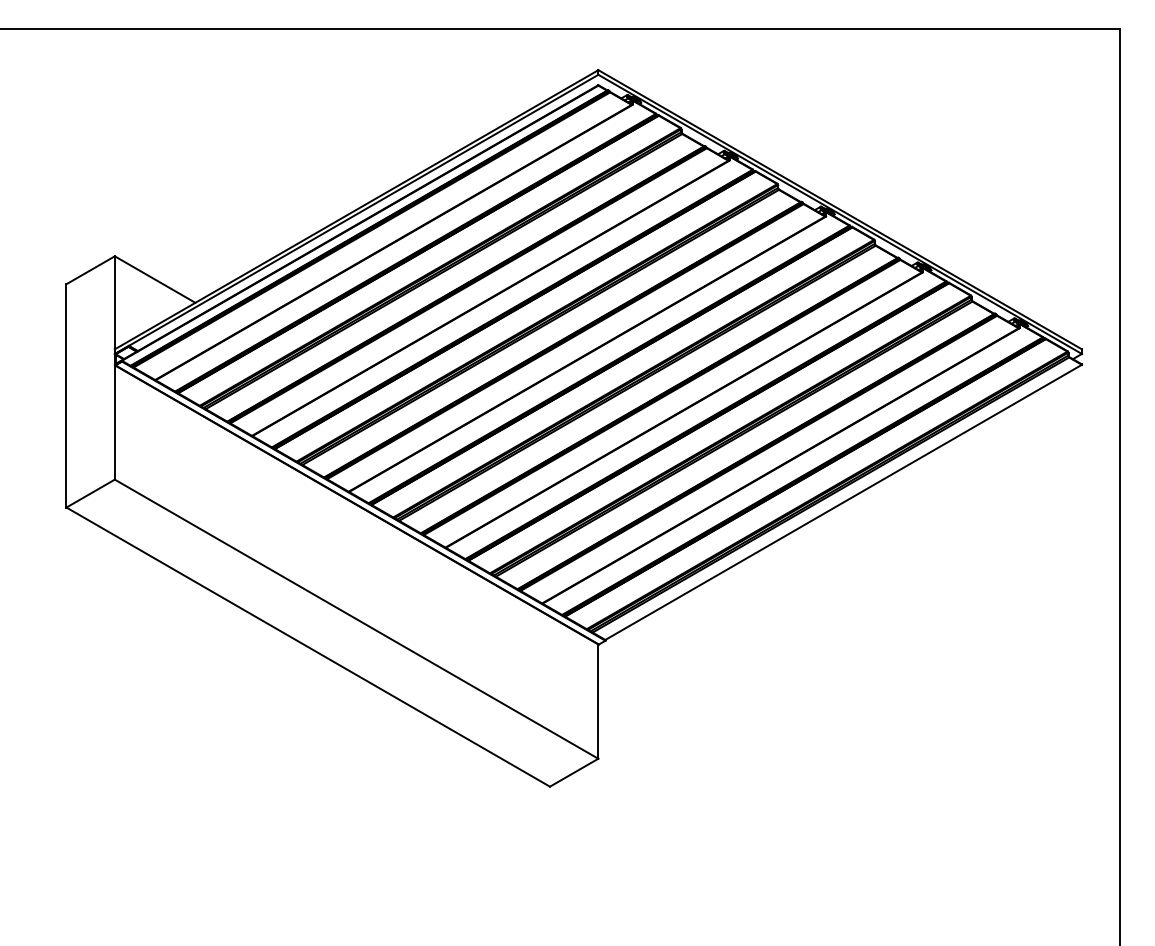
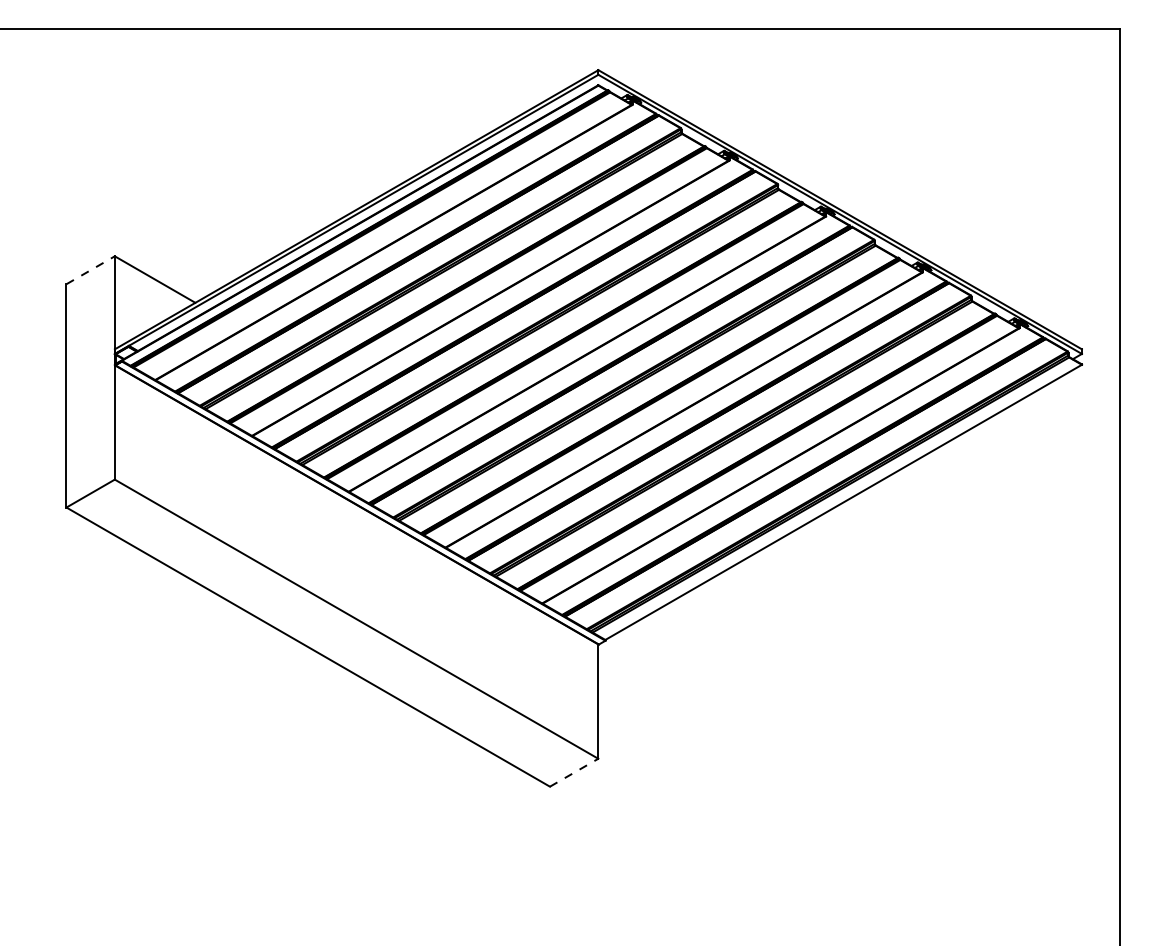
line at (90, 270): solid -> dashed
line at (574, 772): solid -> dashed
